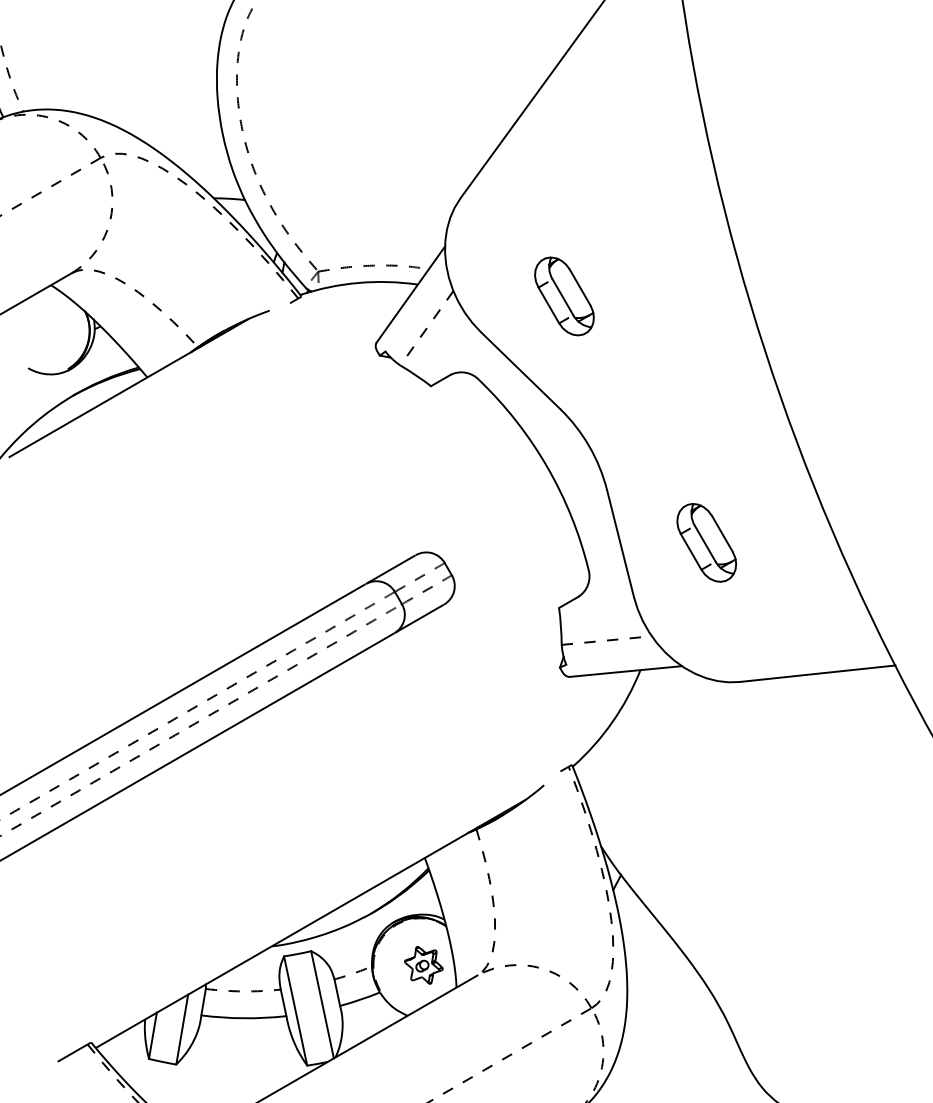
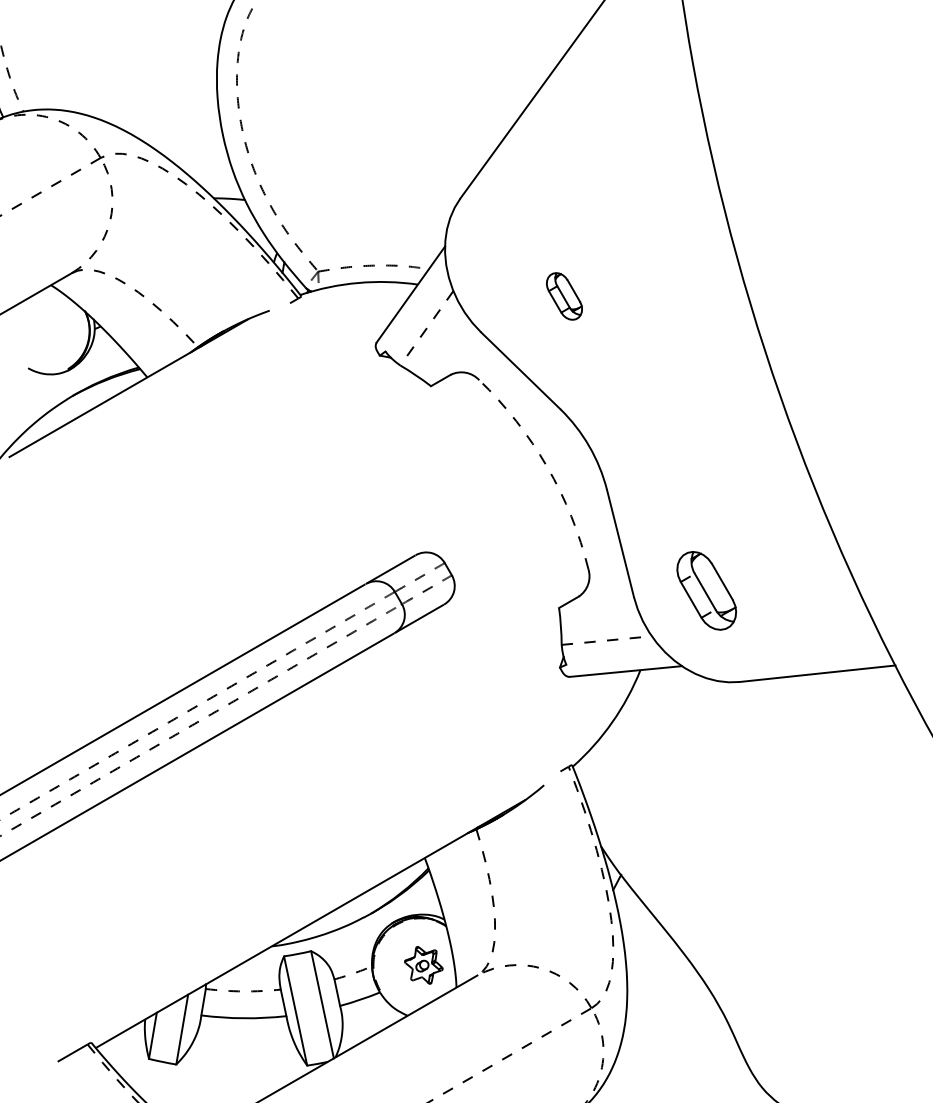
part at (564, 296) size: 61x81 px -> 37x49 px
arc at (547, 466): solid -> dashed
part at (706, 542) position: (706, 542) -> (706, 590)
